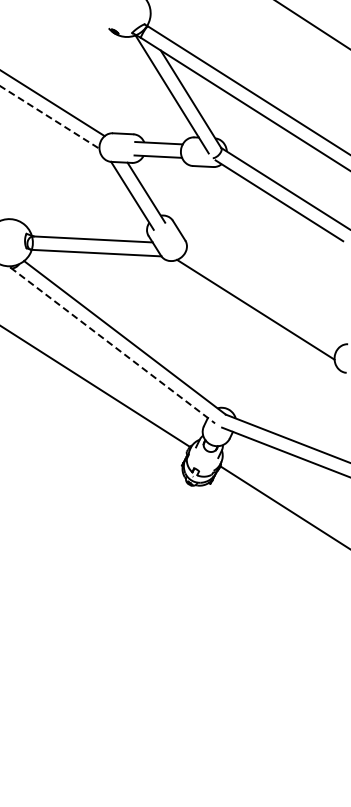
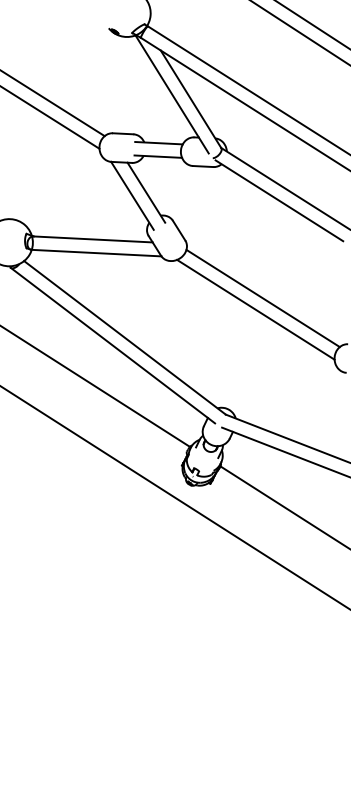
line at (300, 32): none -> present
line at (50, 117): dashed -> solid
line at (262, 298): none -> present
line at (113, 345): dashed -> solid
line at (174, 497): none -> present
